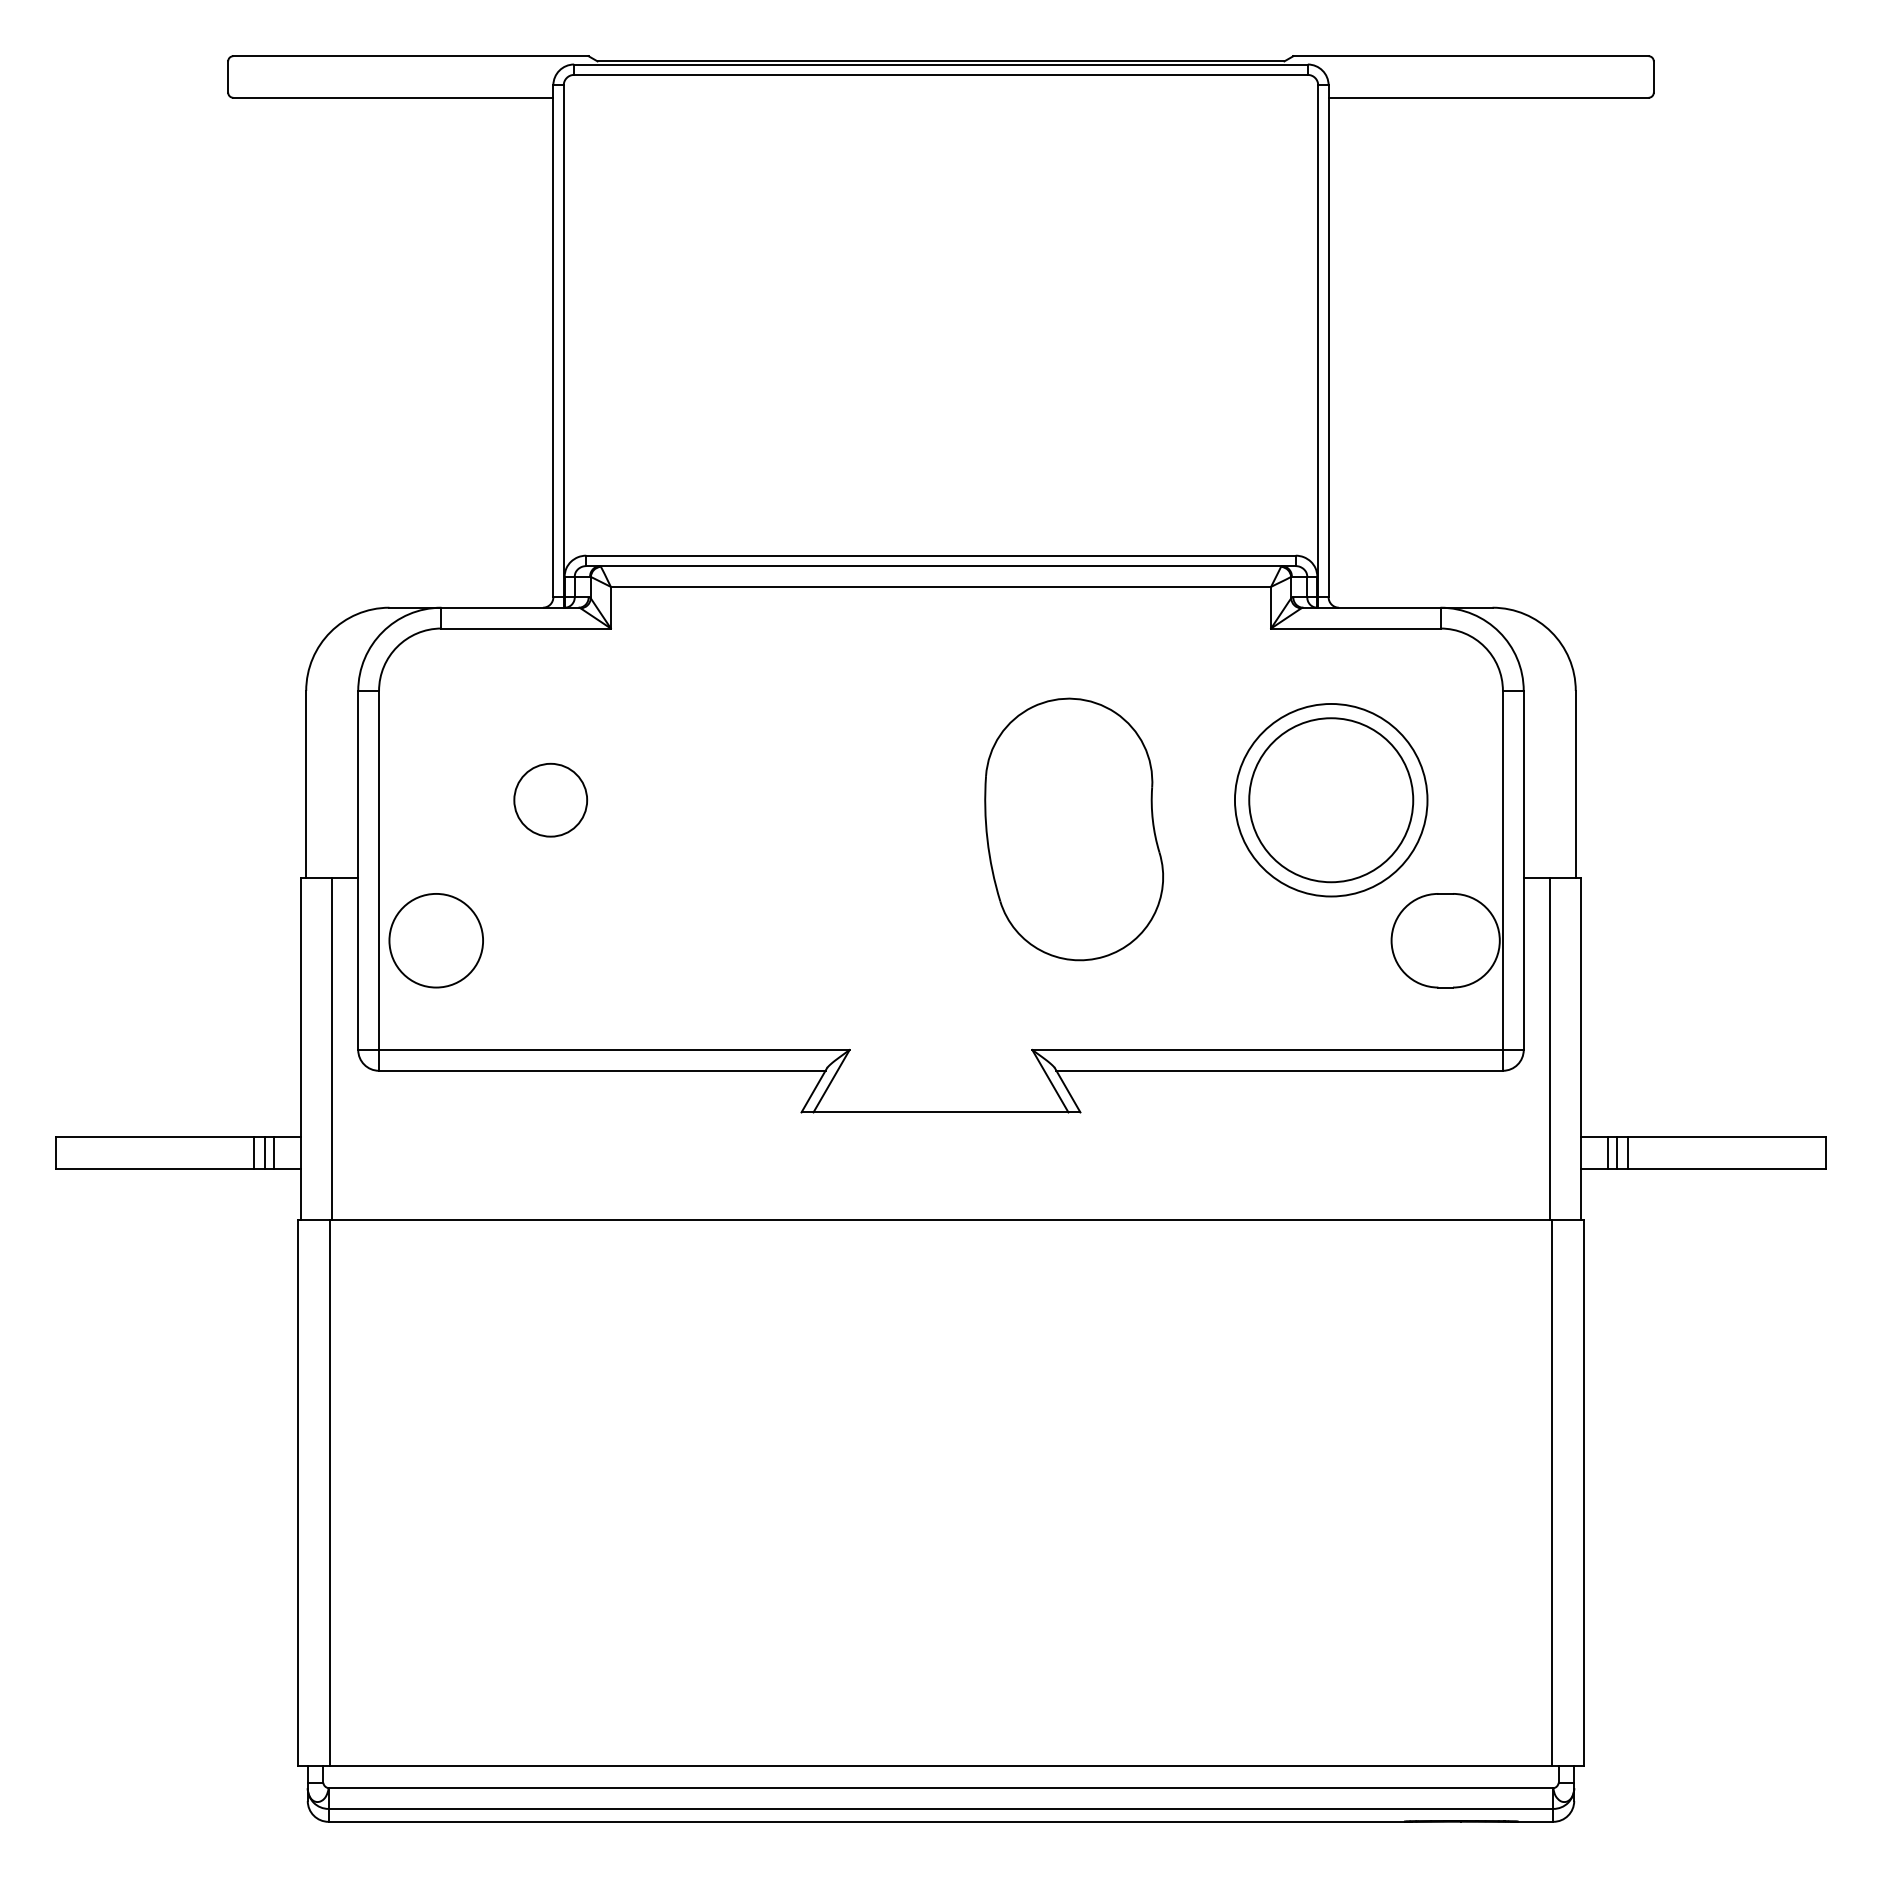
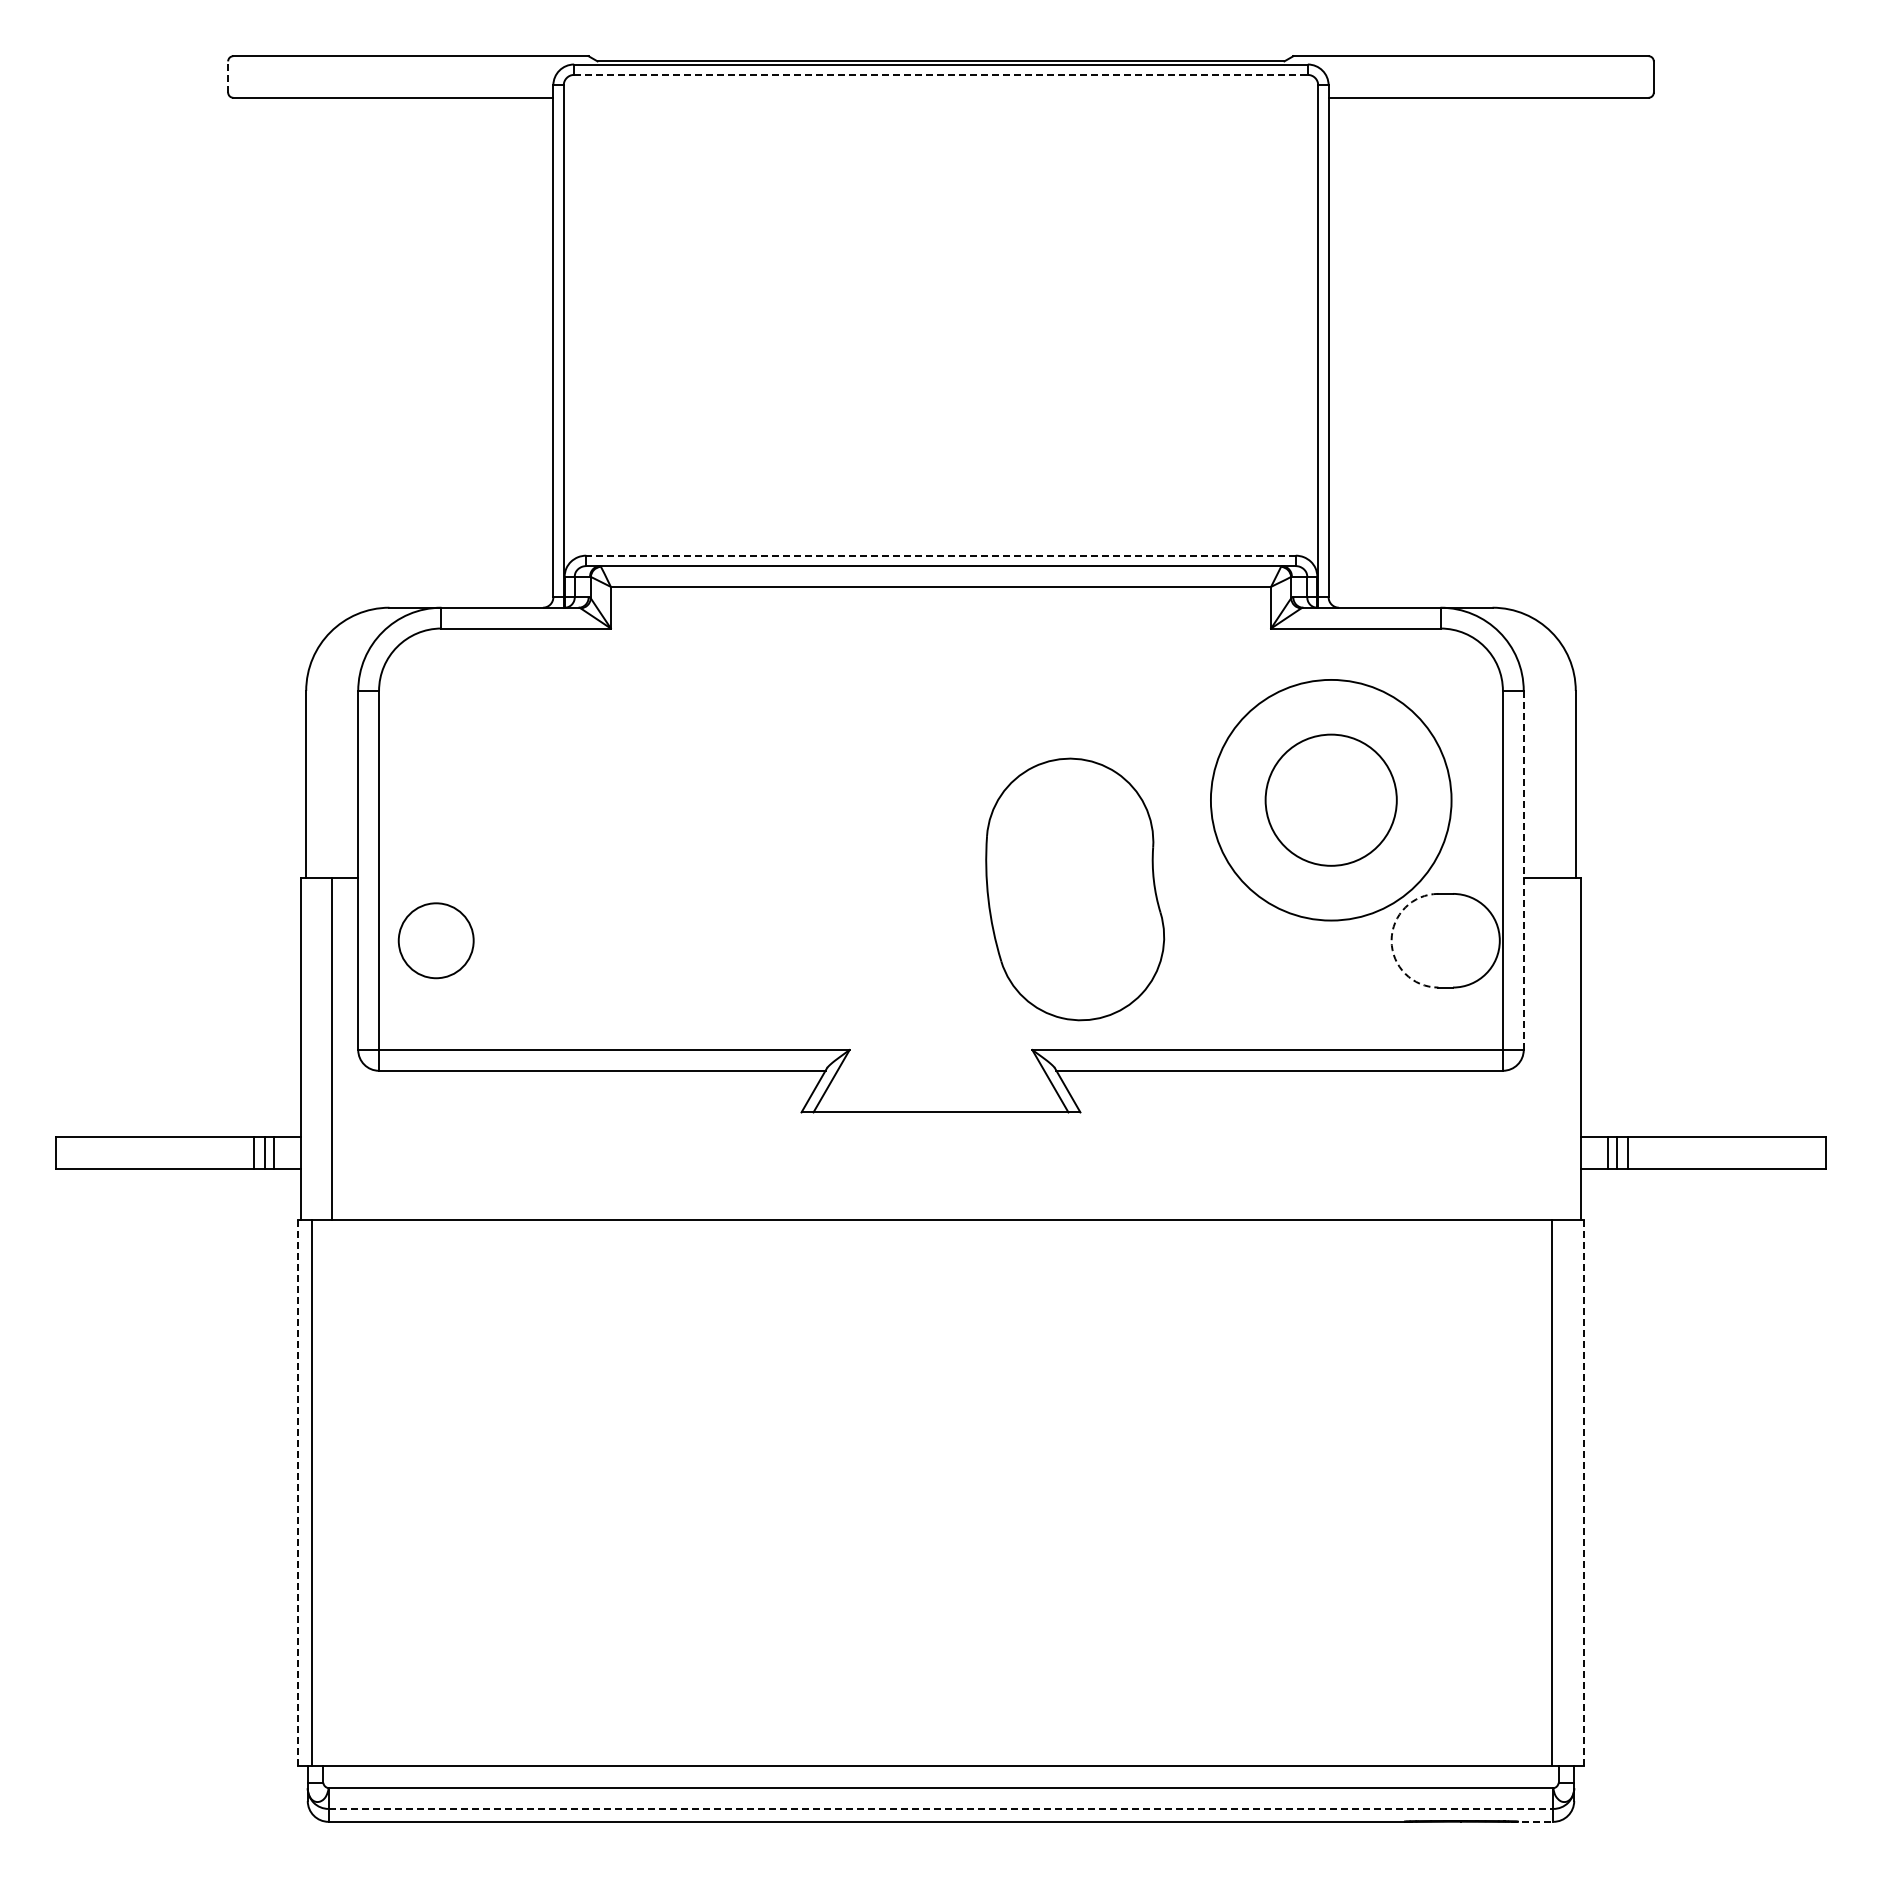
line at (940, 74): solid -> dashed
line at (228, 77): solid -> dashed
line at (940, 555): solid -> dashed
circle at (550, 799): present -> none
circle at (1330, 799) diameter: 193 px -> 241 px
circle at (1331, 800) diameter: 164 px -> 131 px
part at (1073, 829) position: (1073, 829) -> (1074, 889)
line at (1523, 870): solid -> dashed
circle at (435, 940) size: 96x96 px -> 78x78 px
arc at (1391, 940): solid -> dashed
line at (1549, 1048): present -> none
line at (329, 1492) position: (329, 1492) -> (311, 1492)
line at (1583, 1492): solid -> dashed
line at (298, 1493): solid -> dashed
line at (941, 1809): solid -> dashed
line at (1532, 1821): solid -> dashed
